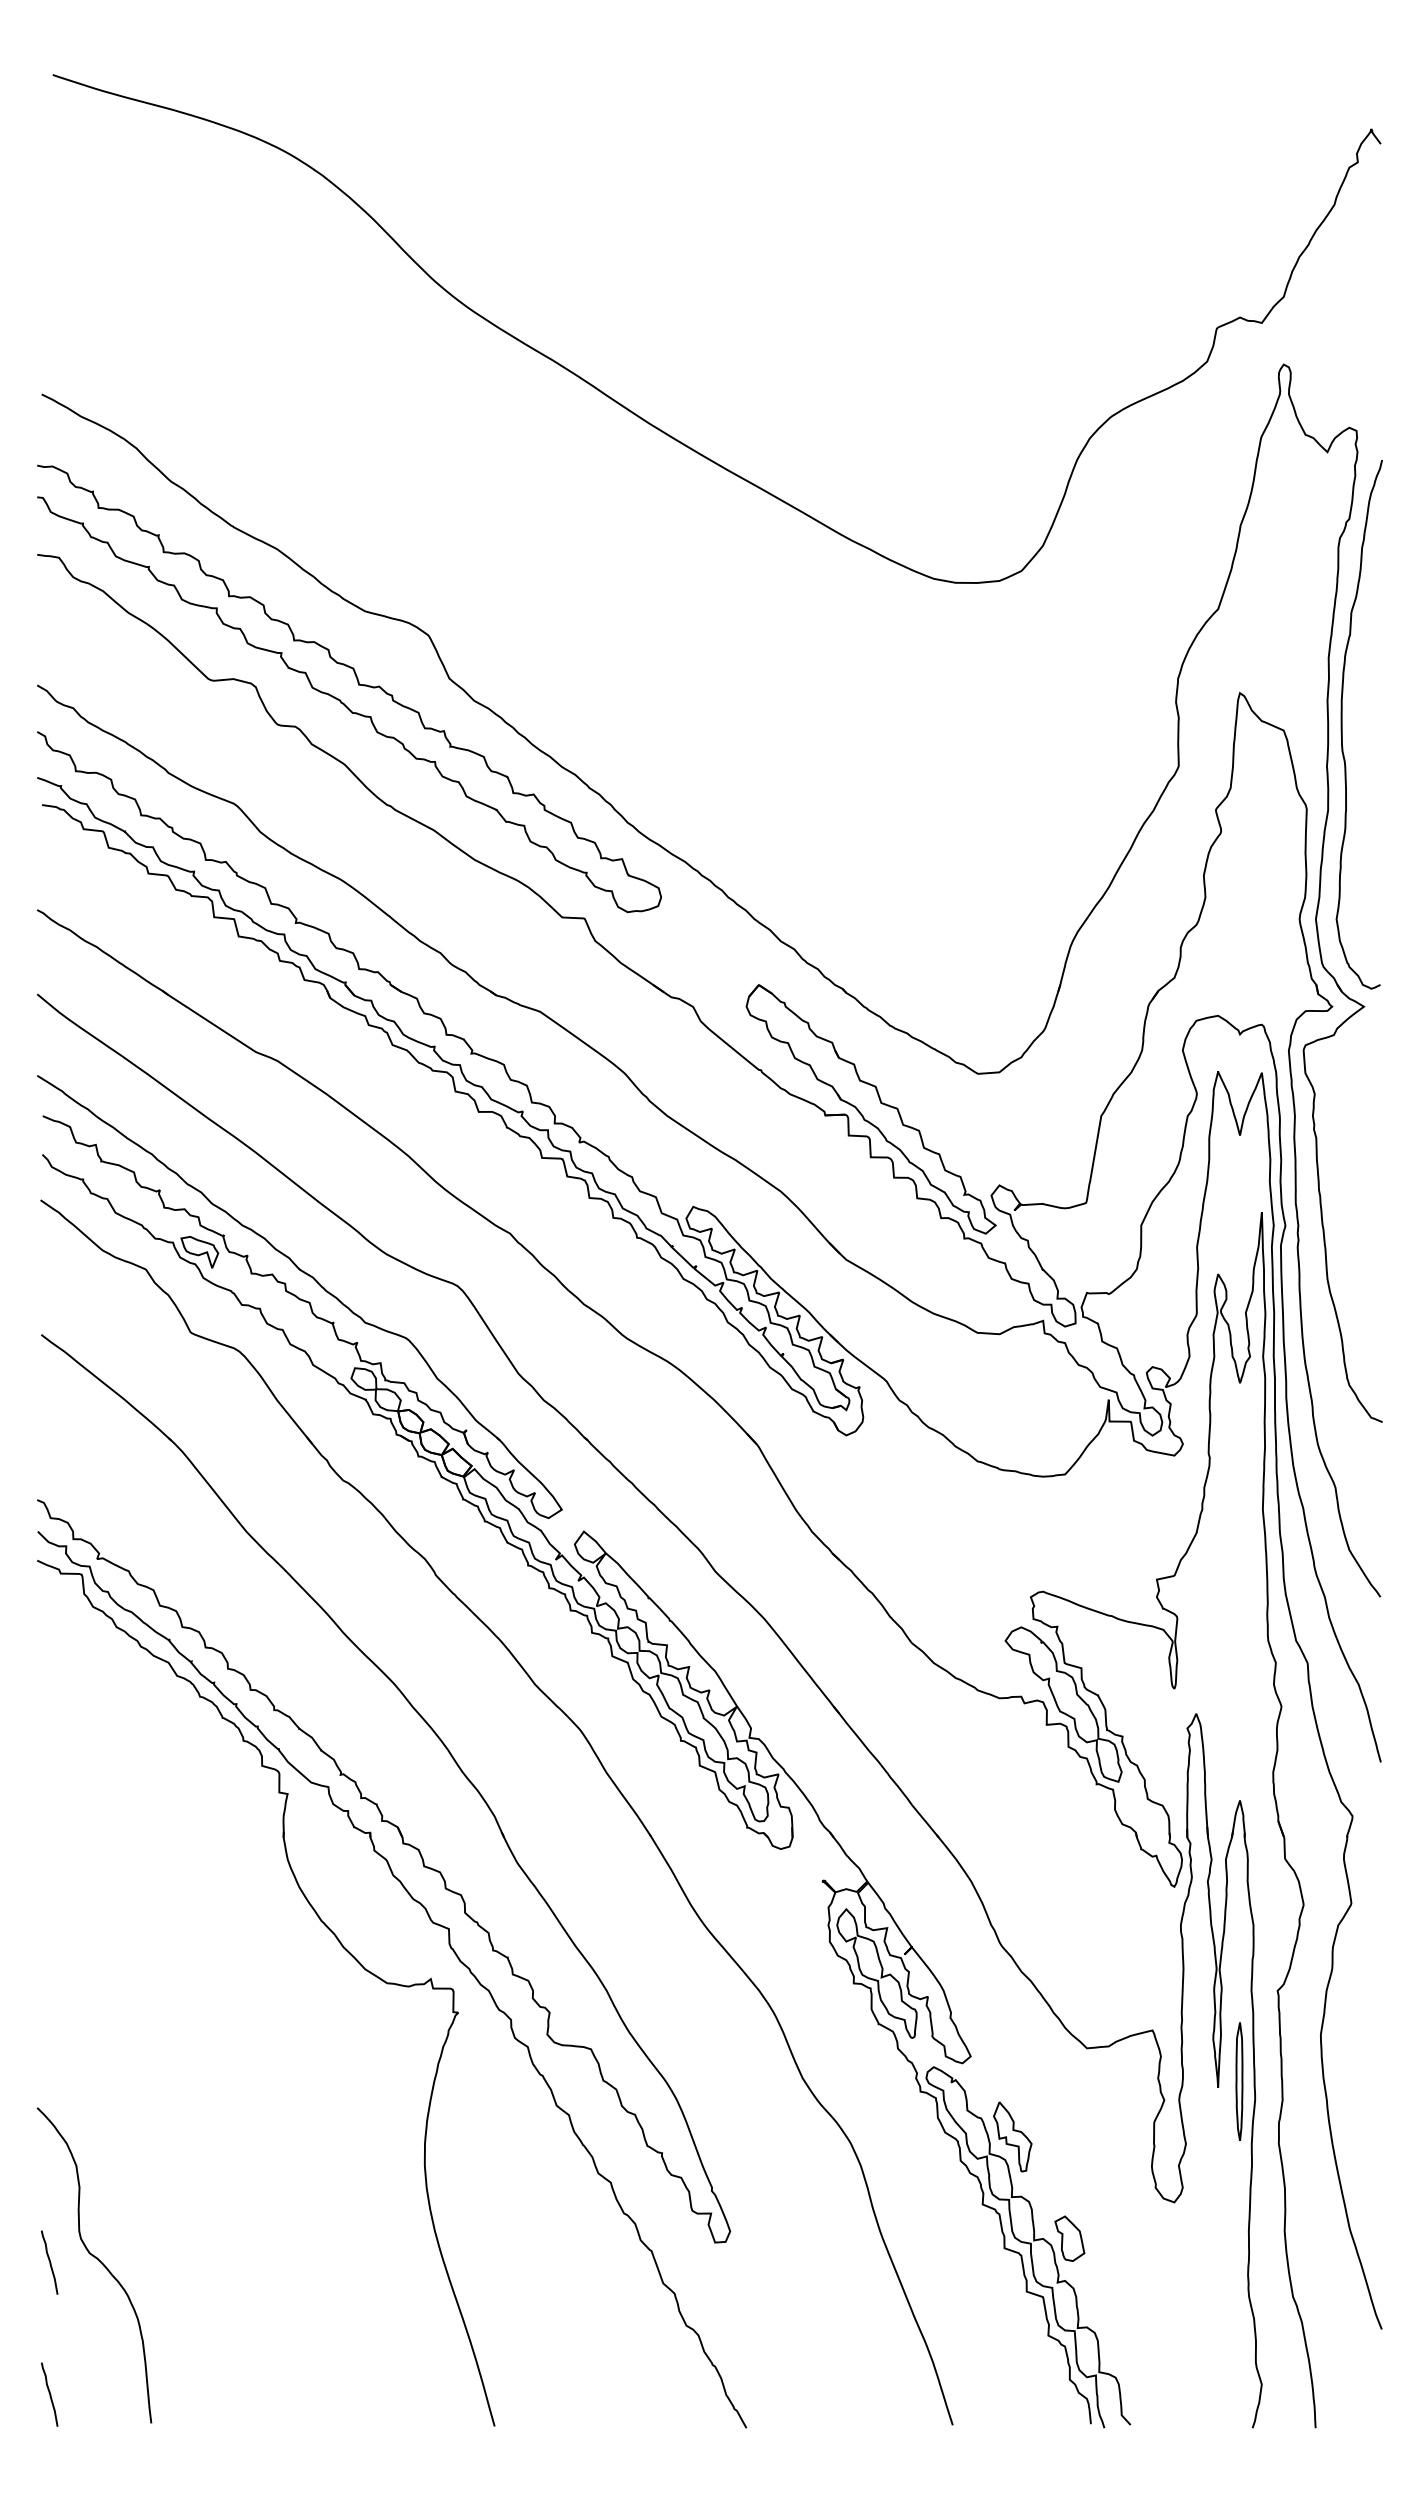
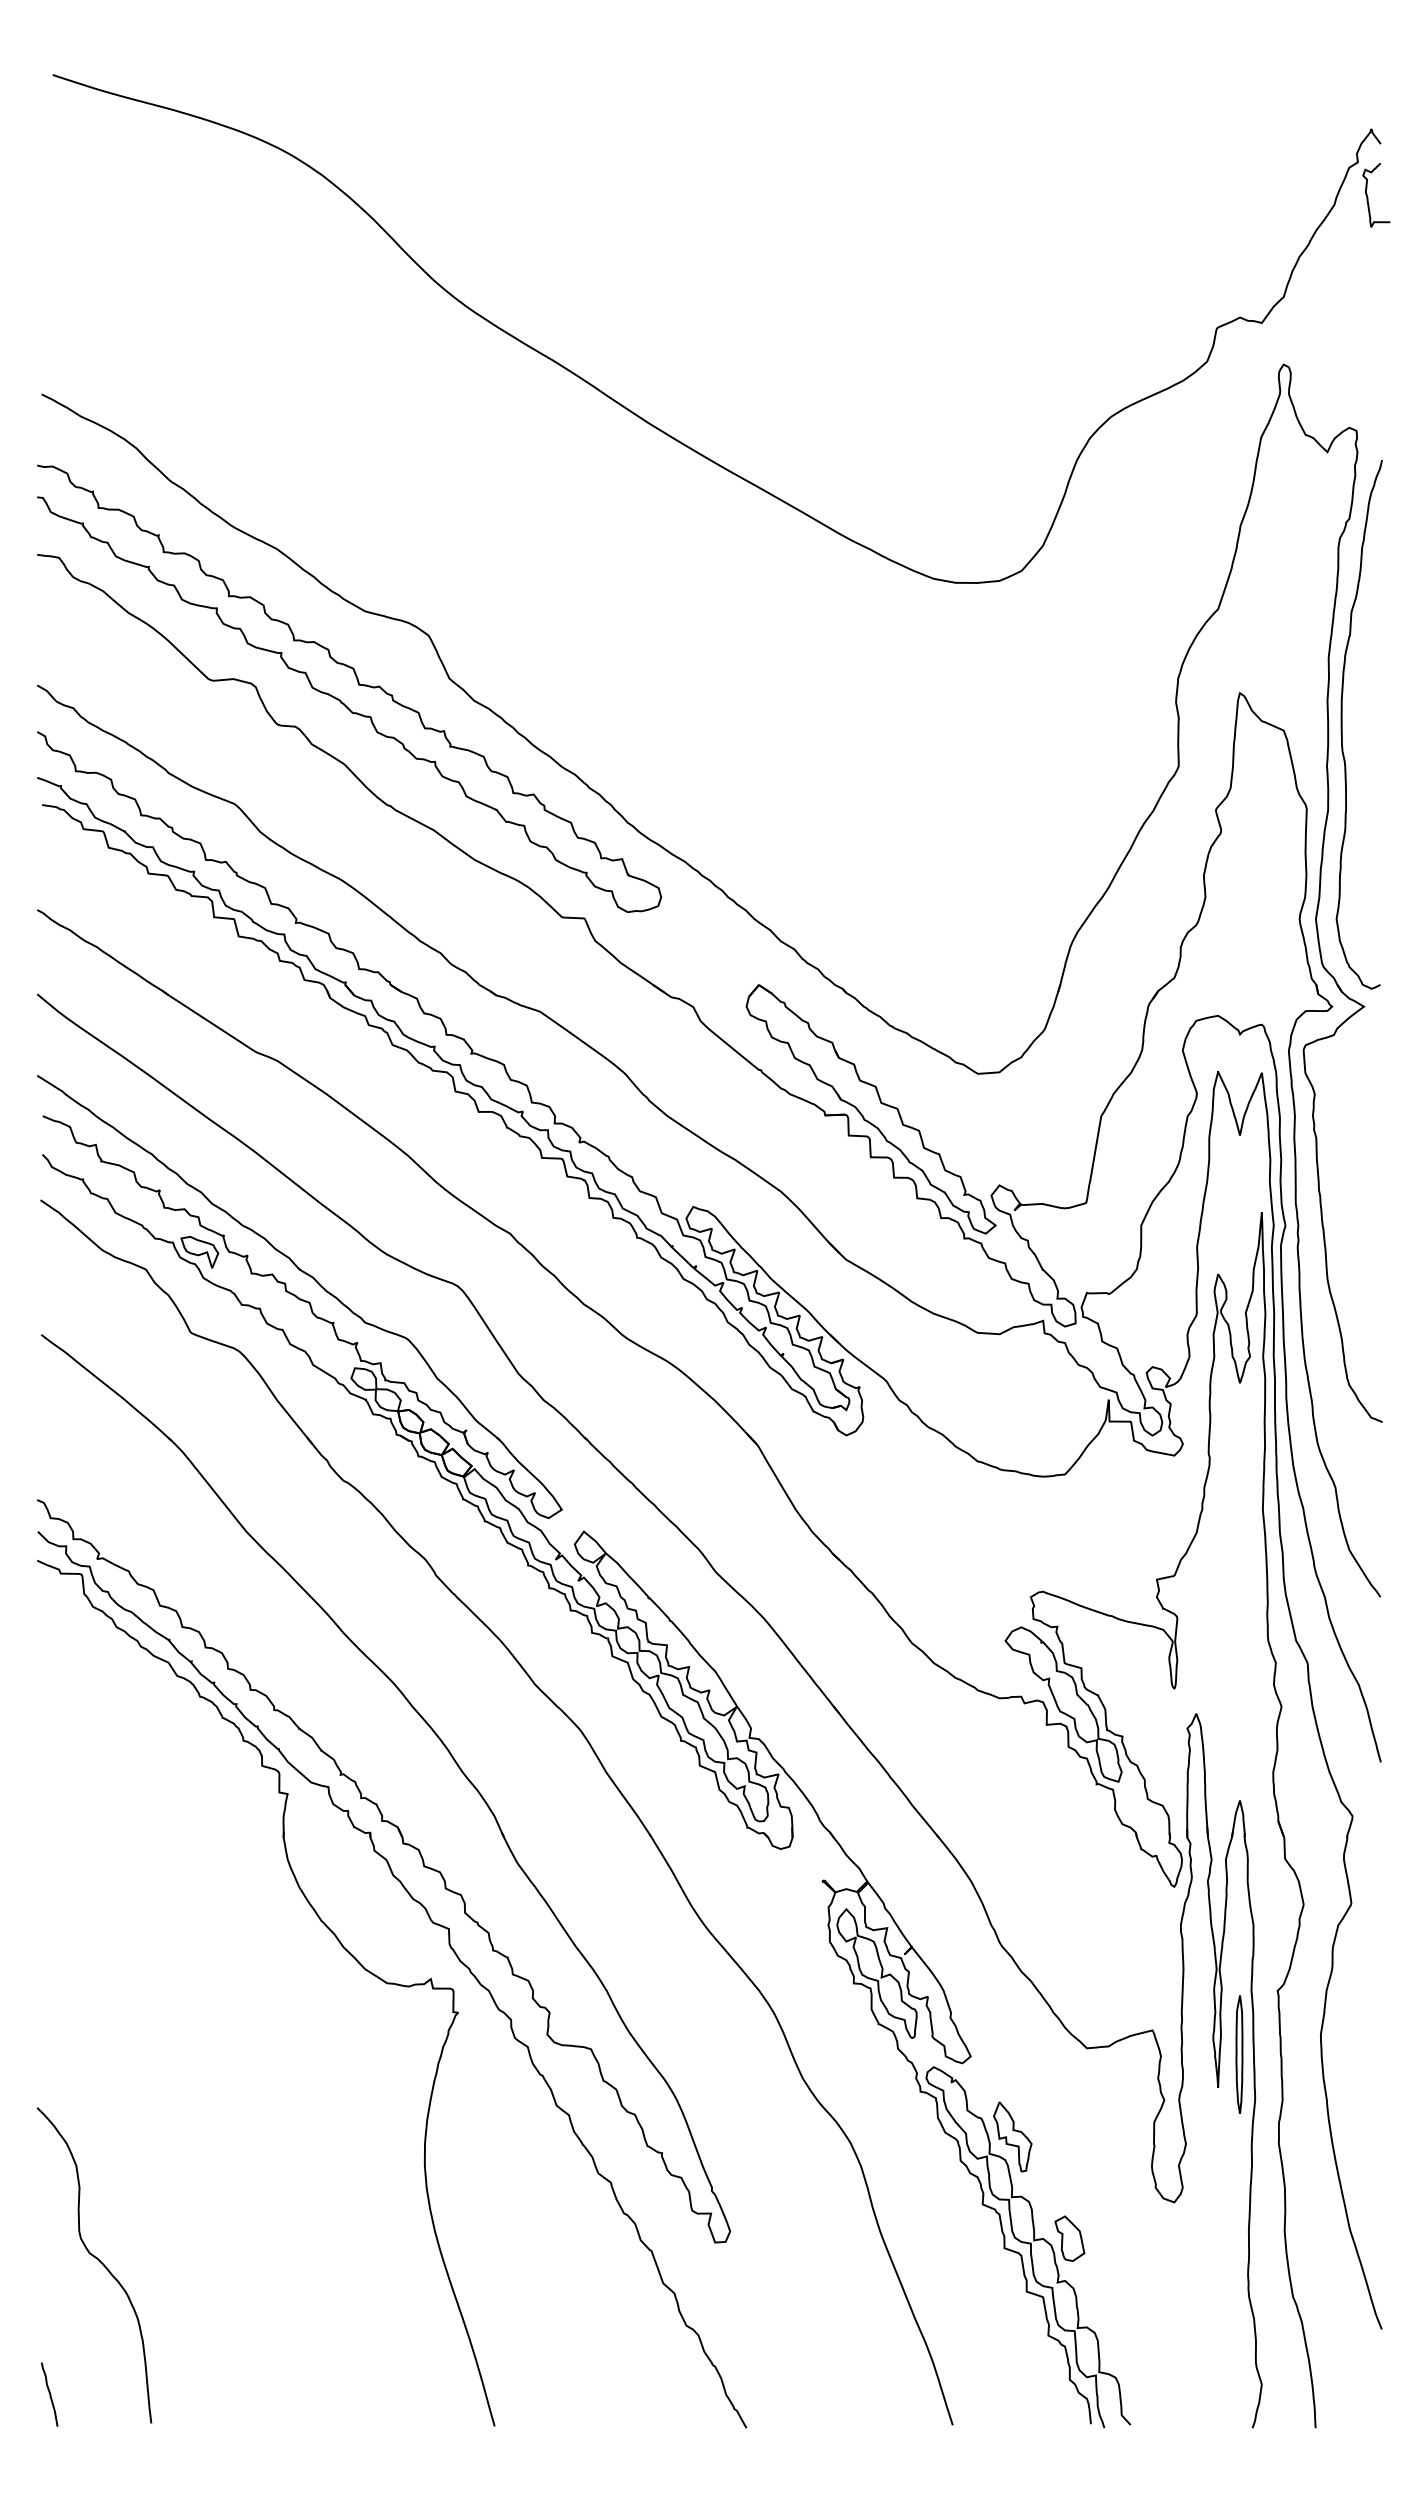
curve at (1368, 197): none -> present
part at (1239, 2081) position: (1239, 2081) -> (1239, 2054)
curve at (49, 2262): present -> none
